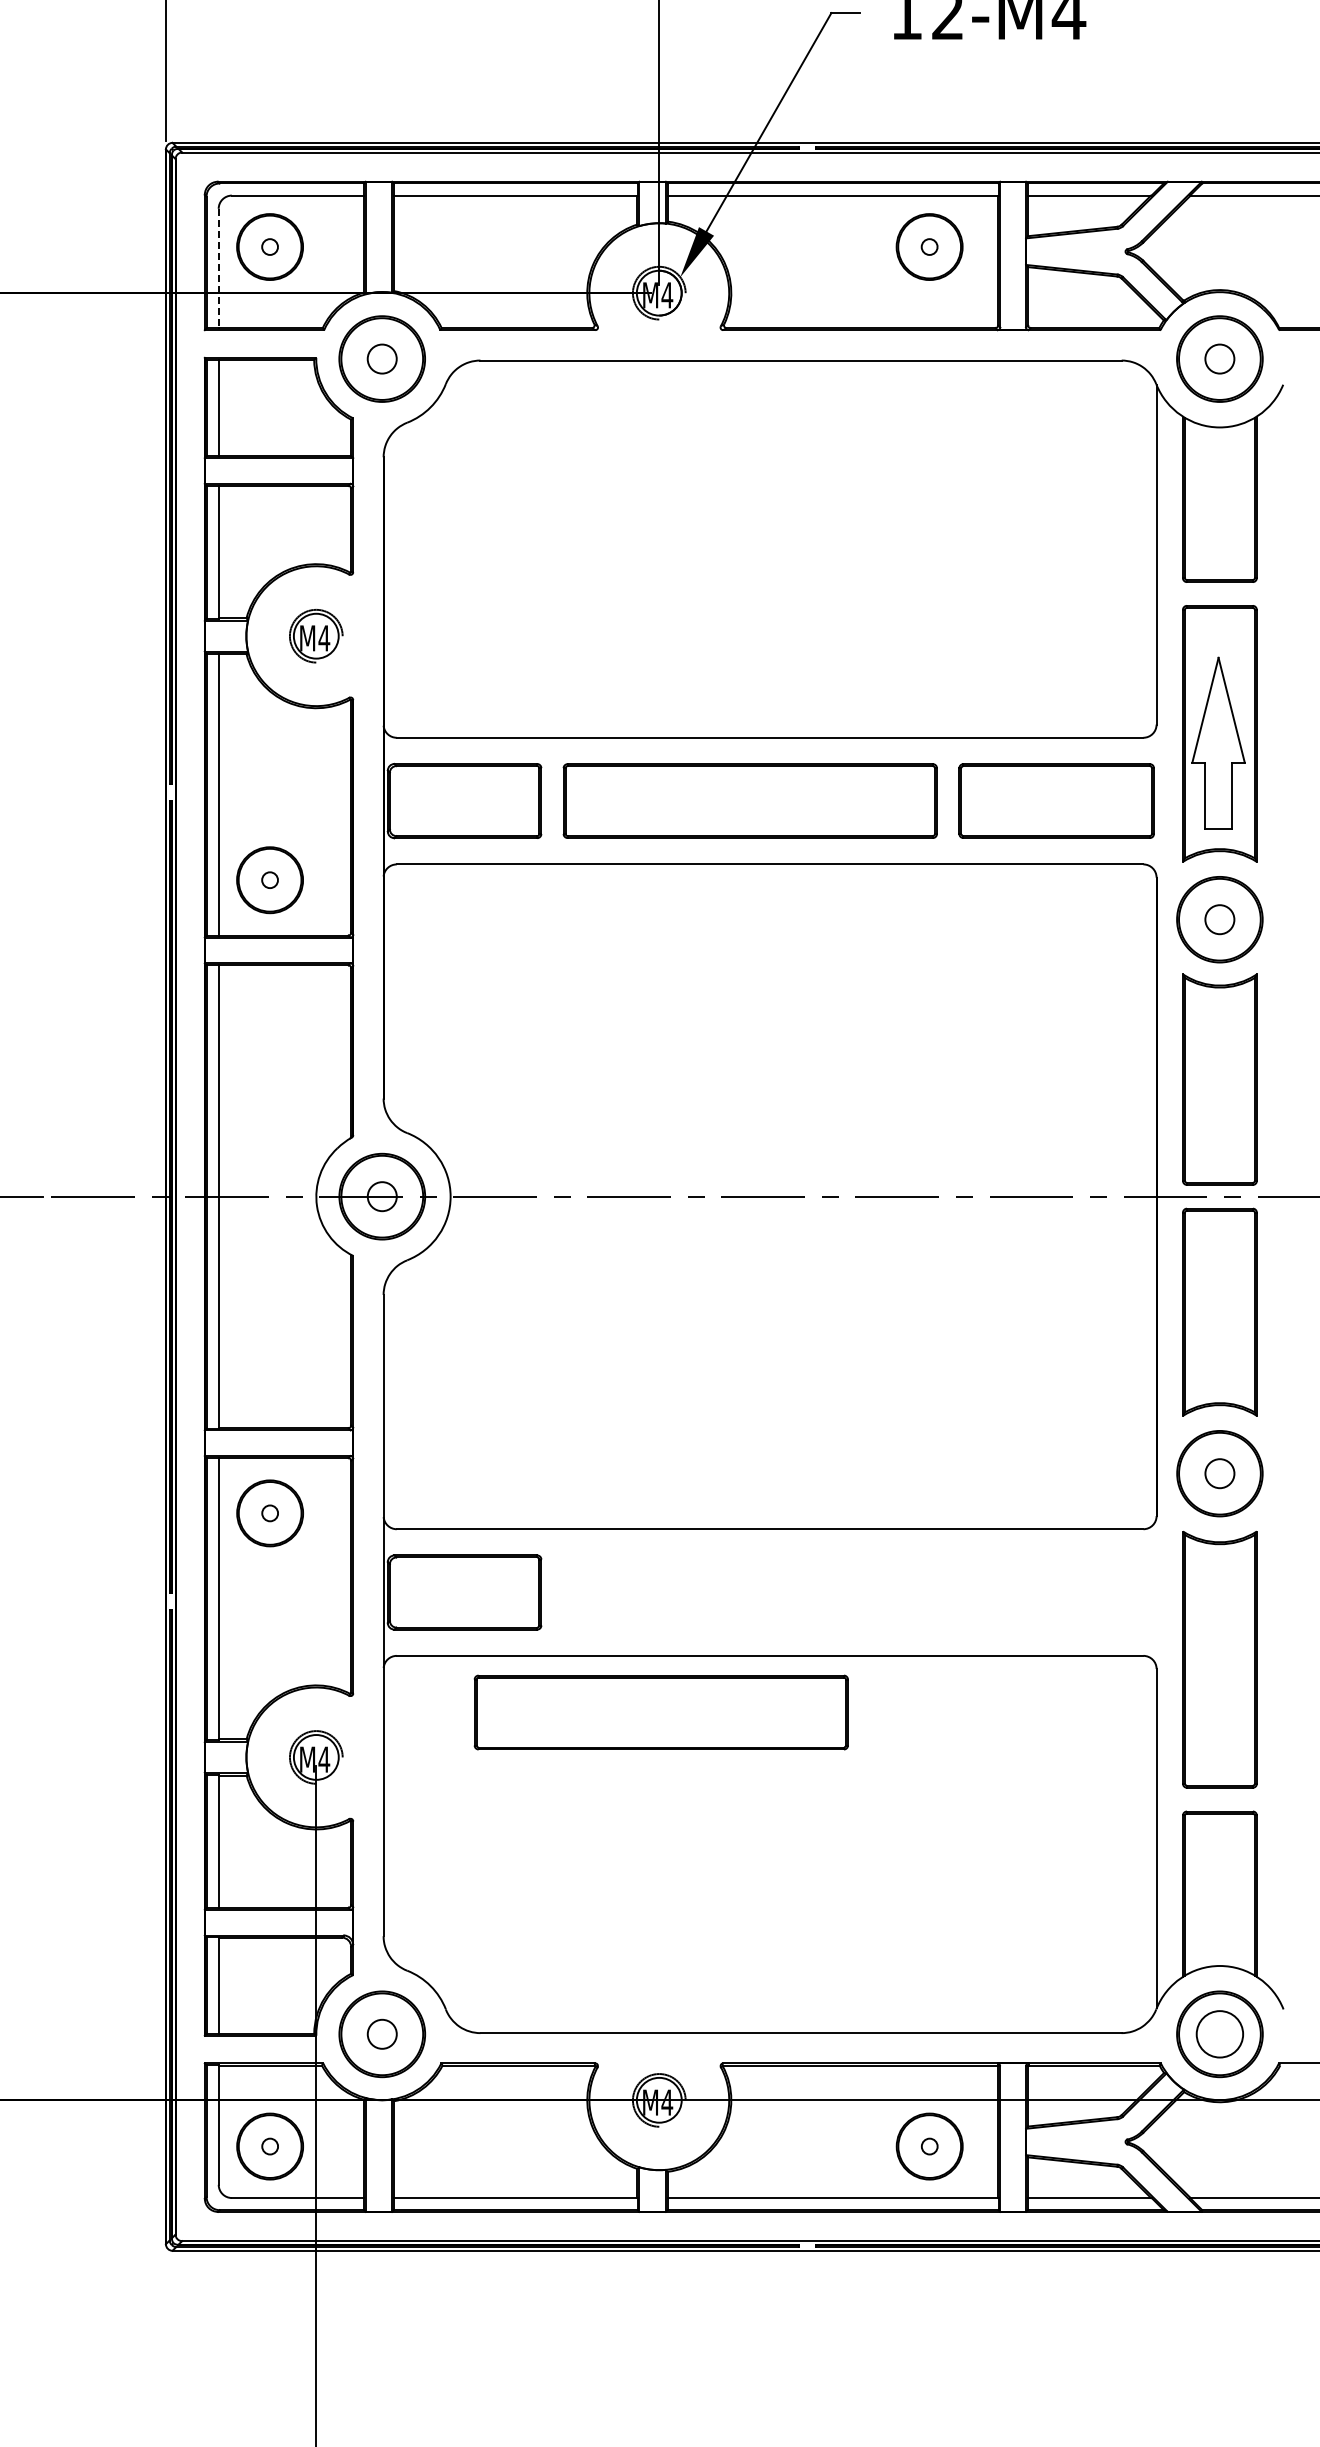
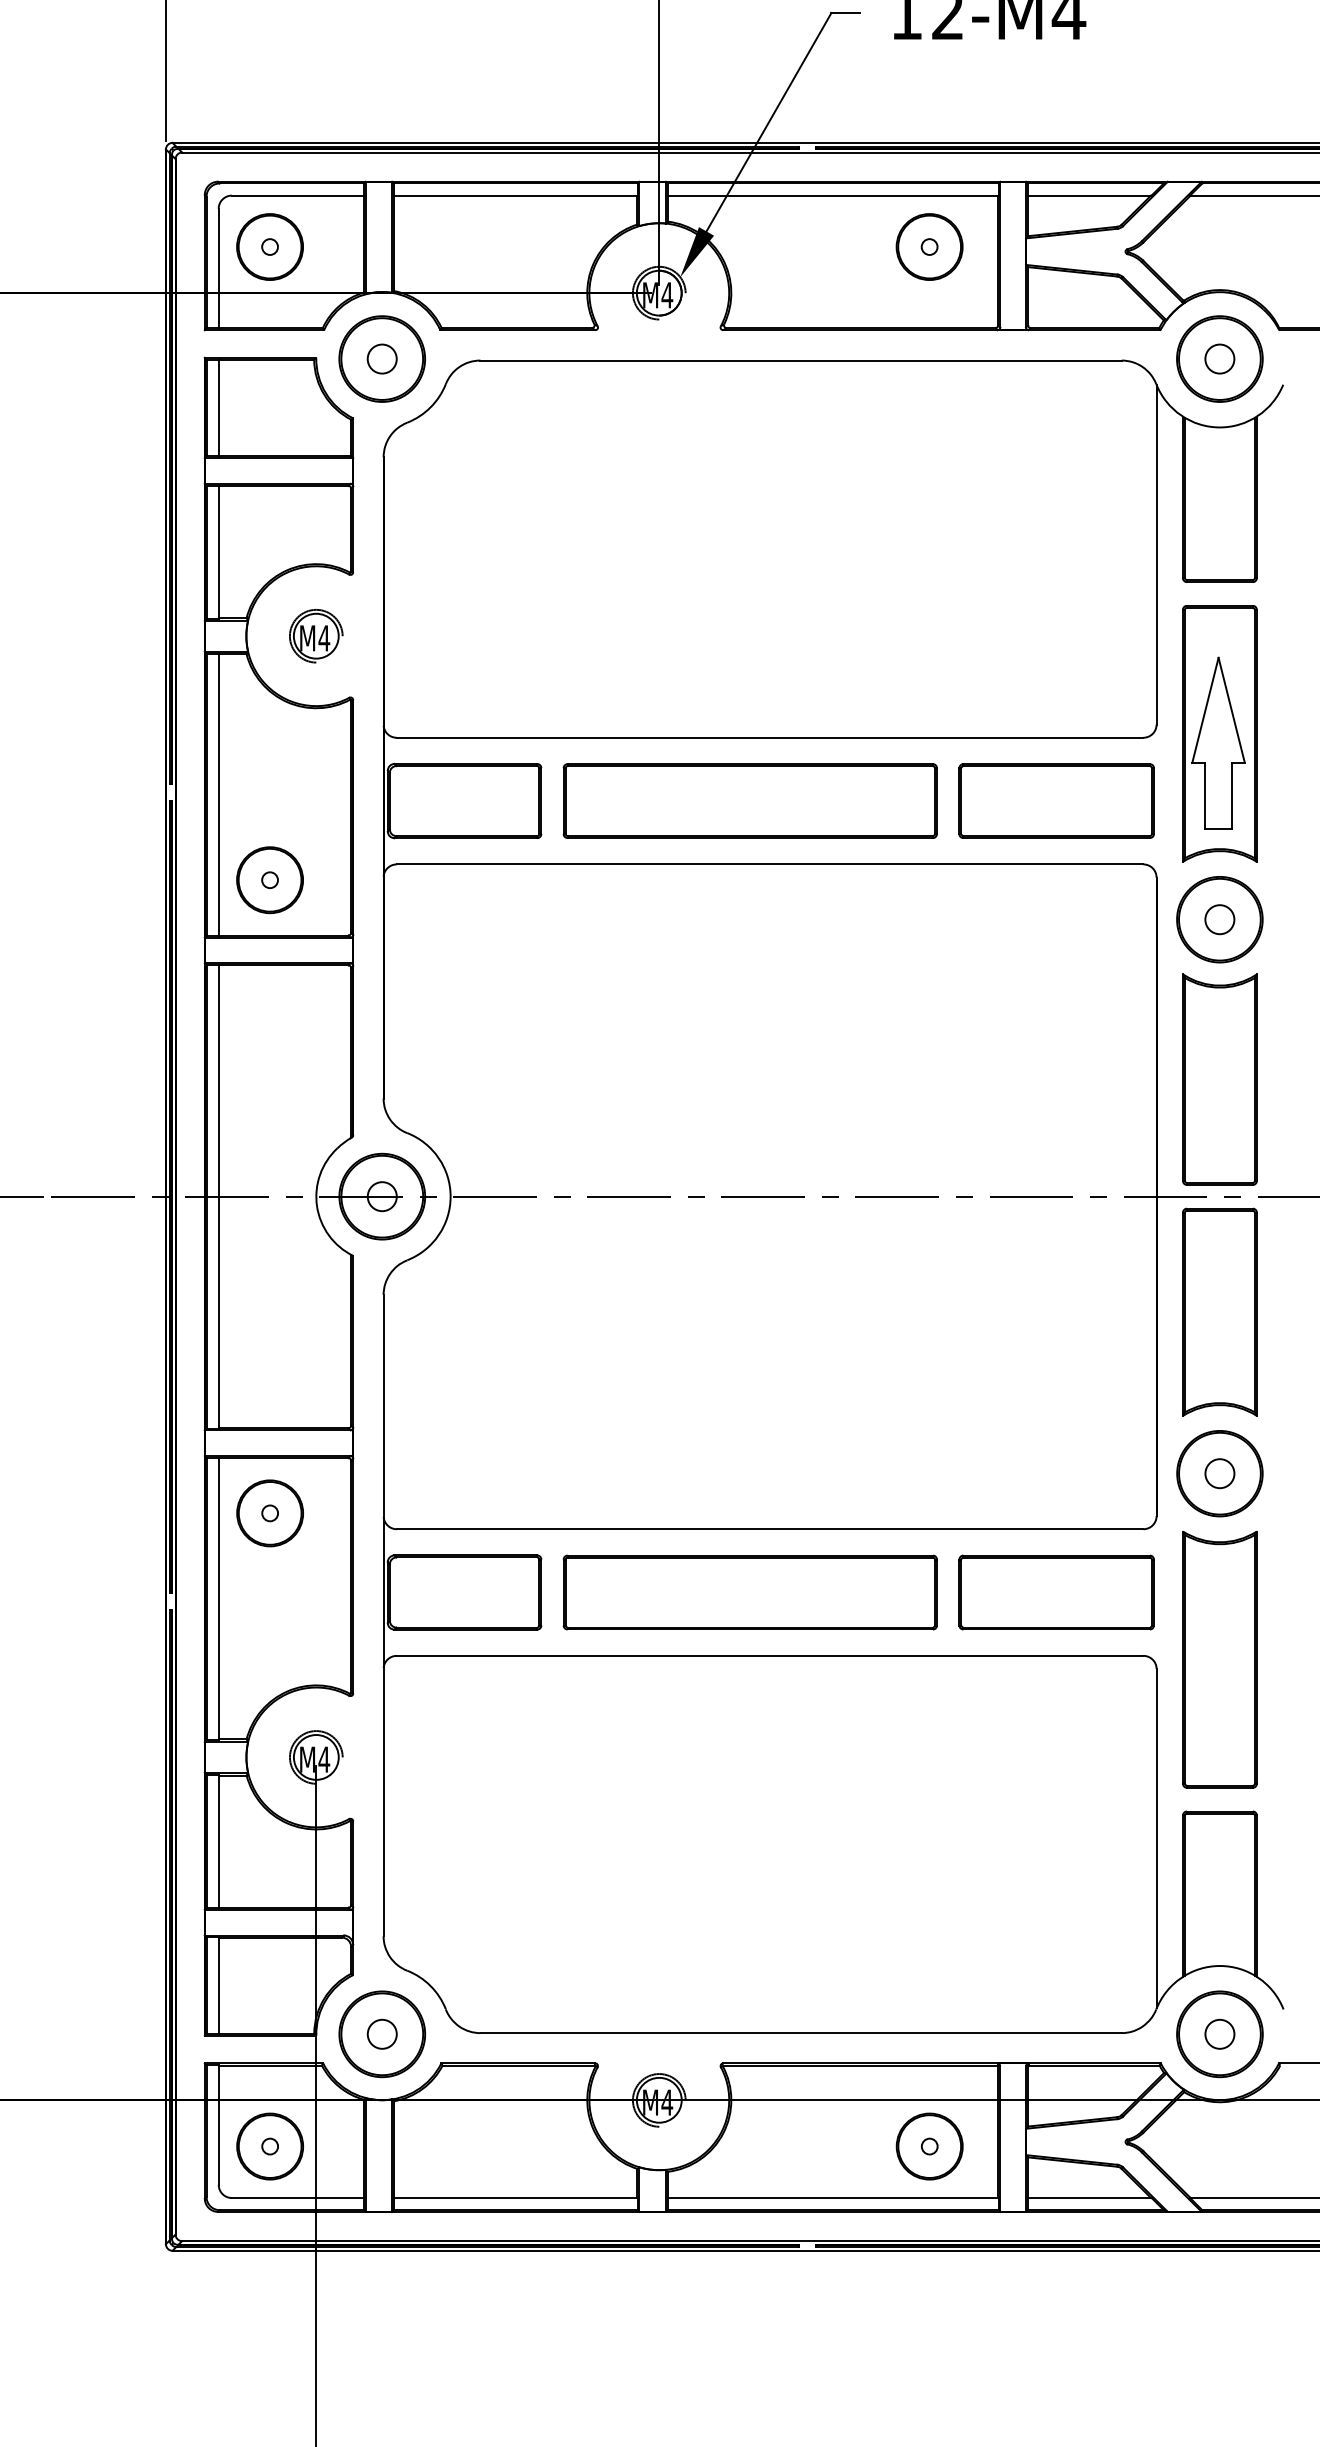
line at (218, 268): dashed -> solid
part at (1056, 1592): none -> present
part at (660, 1712) position: (660, 1712) -> (749, 1592)
circle at (1219, 2034) diameter: 46 px -> 29 px
